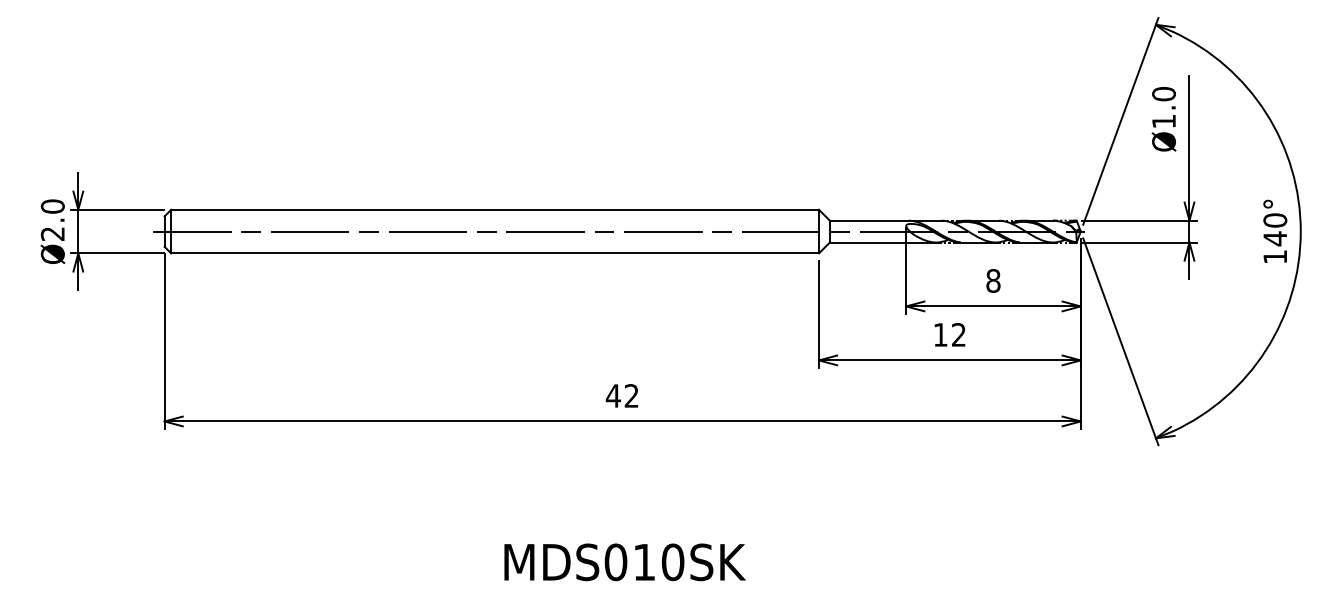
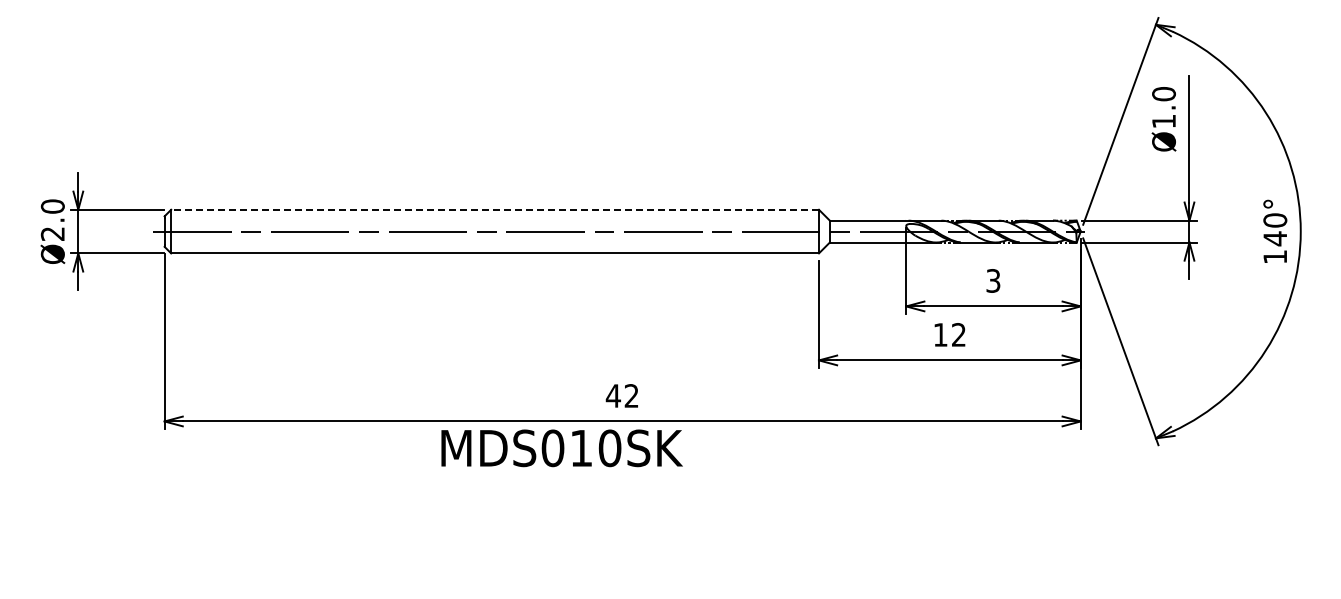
line at (495, 209): solid -> dashed
text at (993, 280): 8 -> 3
text at (624, 562) position: (624, 562) -> (561, 448)
